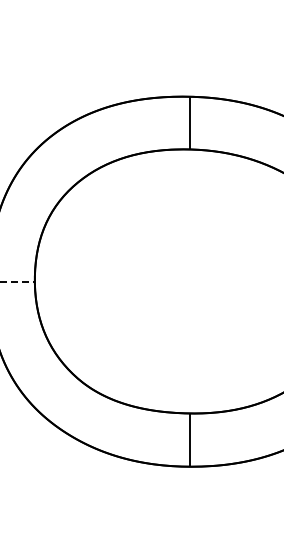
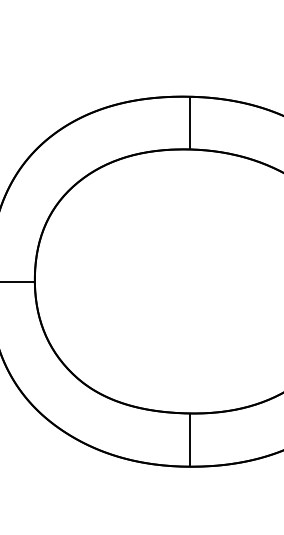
line at (17, 281): dashed -> solid
